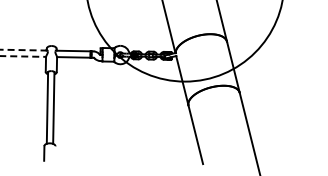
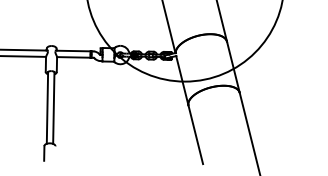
line at (23, 50): dashed -> solid
line at (23, 56): dashed -> solid
